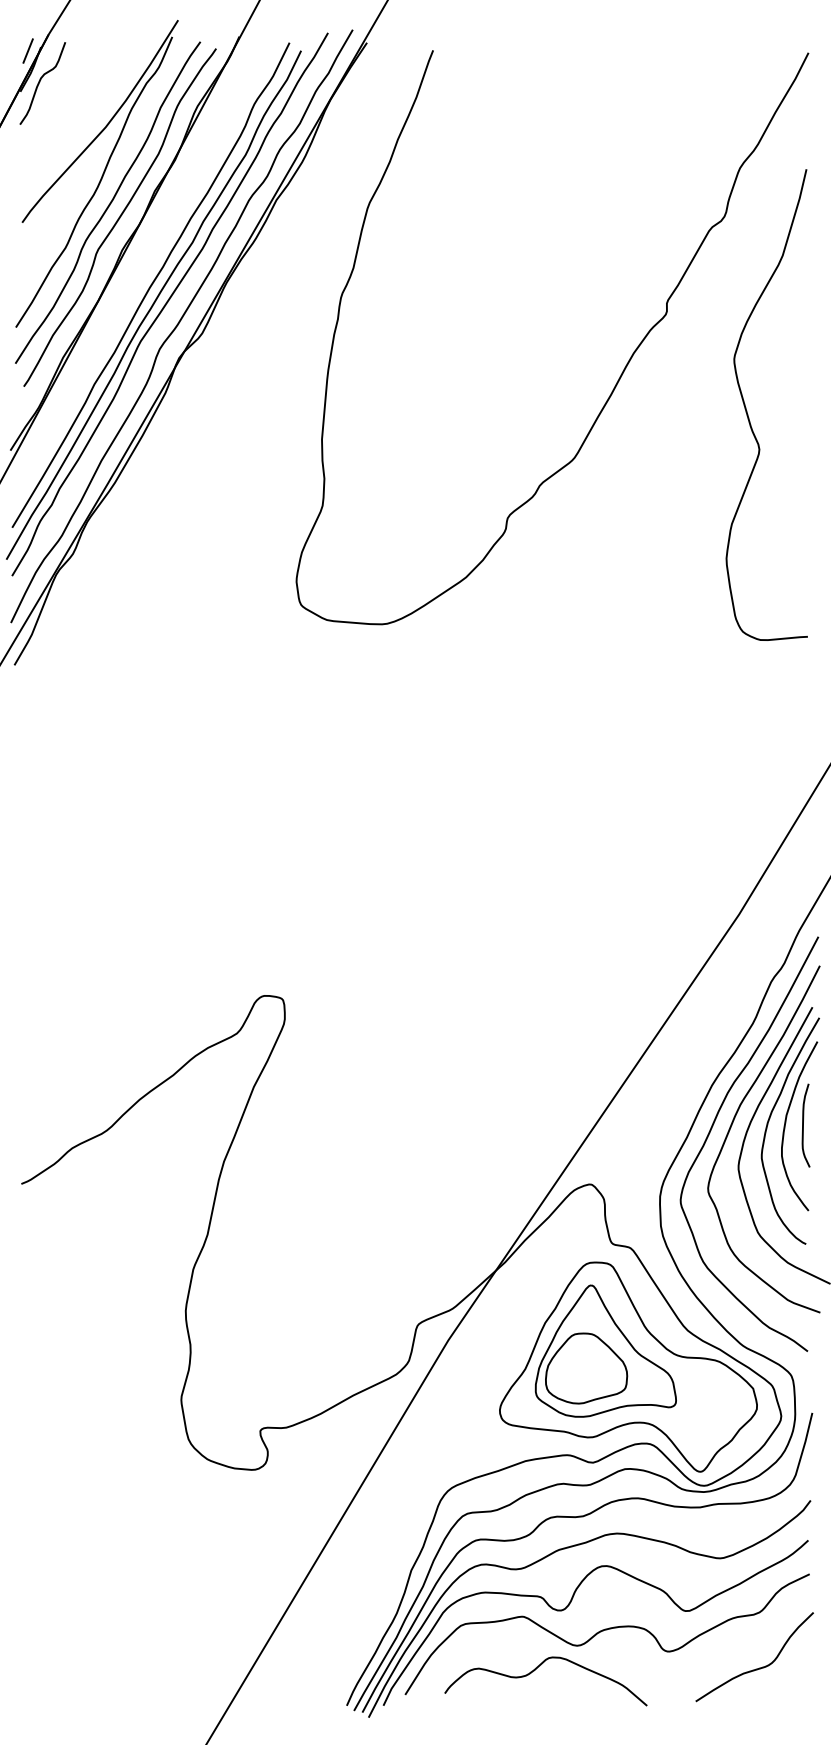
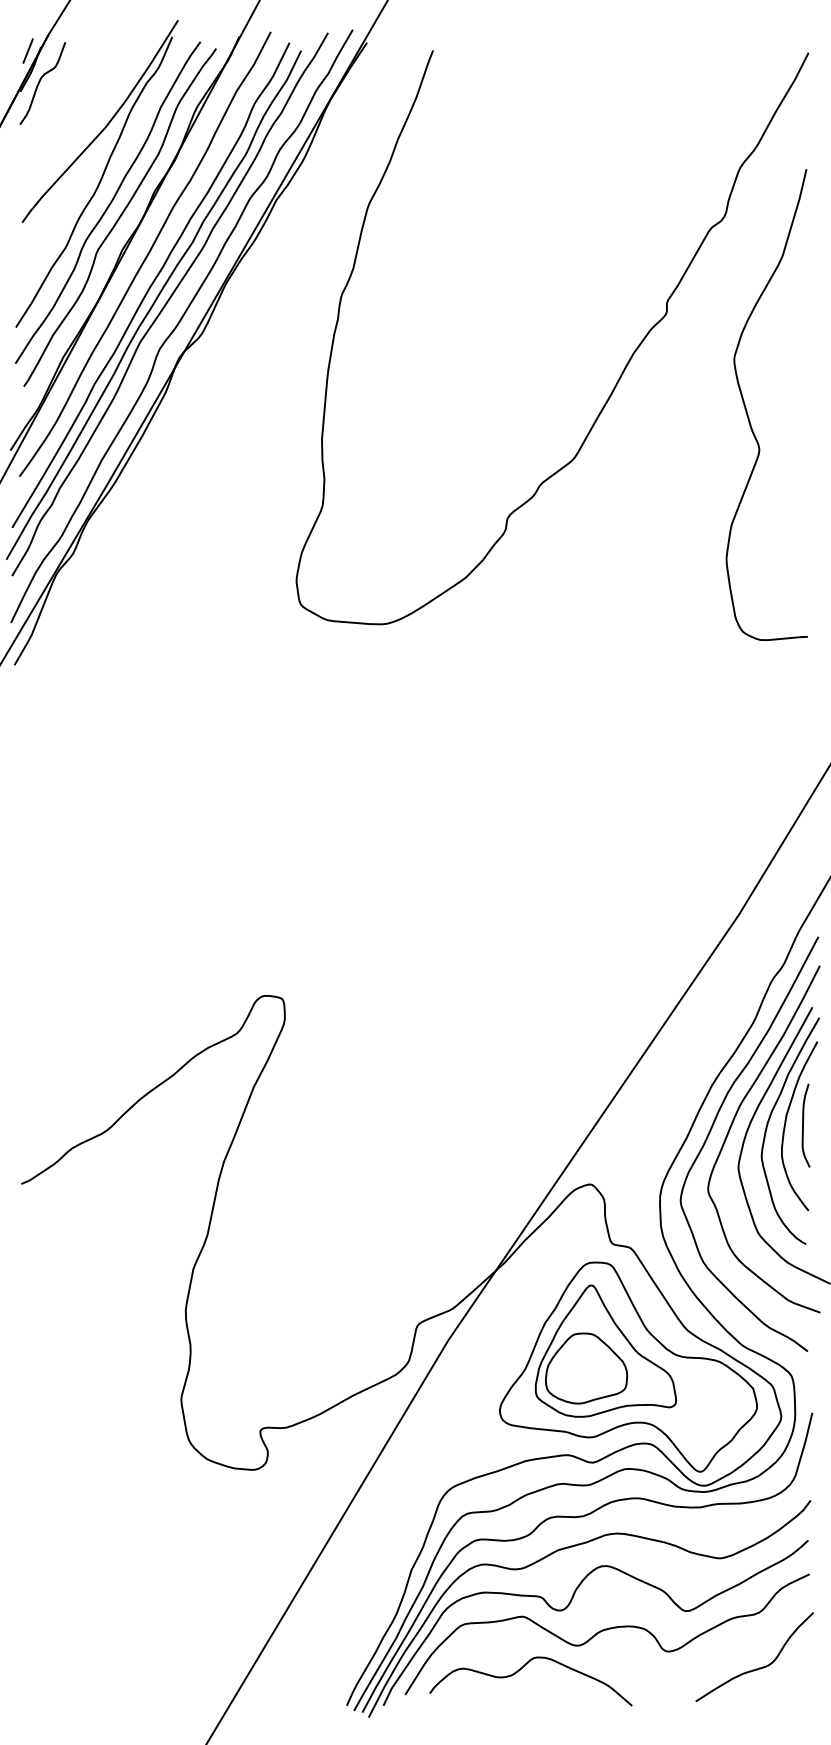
curve at (147, 253): none -> present
curve at (535, 1670) position: (535, 1670) -> (520, 1670)
